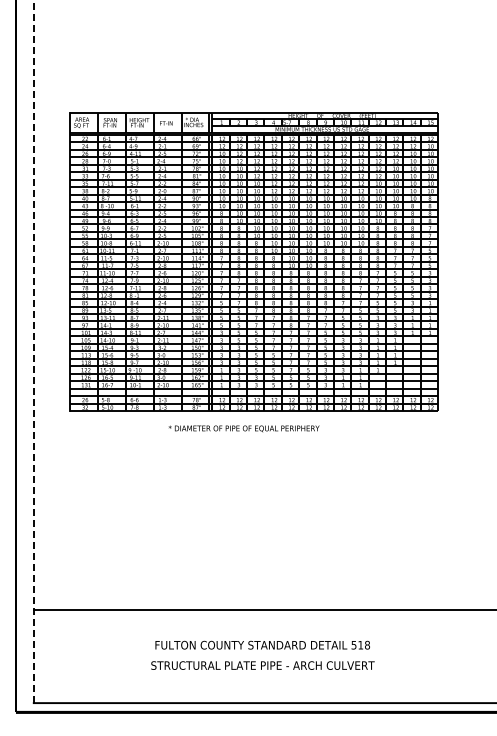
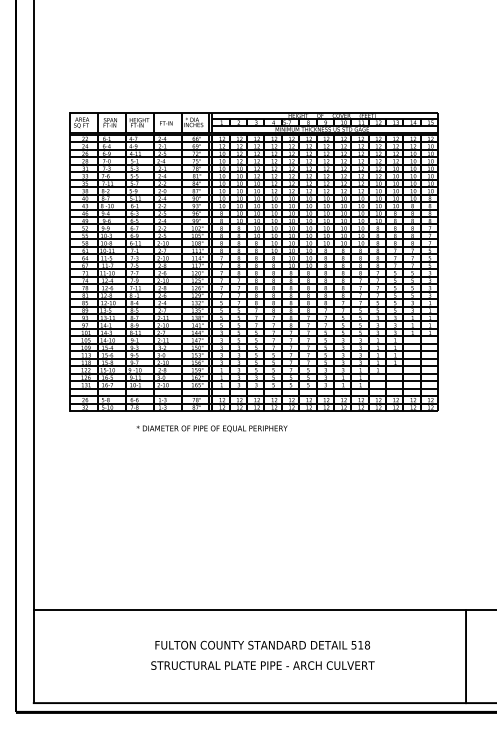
line at (33, 352): dashed -> solid
text at (243, 428) position: (243, 428) -> (211, 428)
line at (466, 656): none -> present
